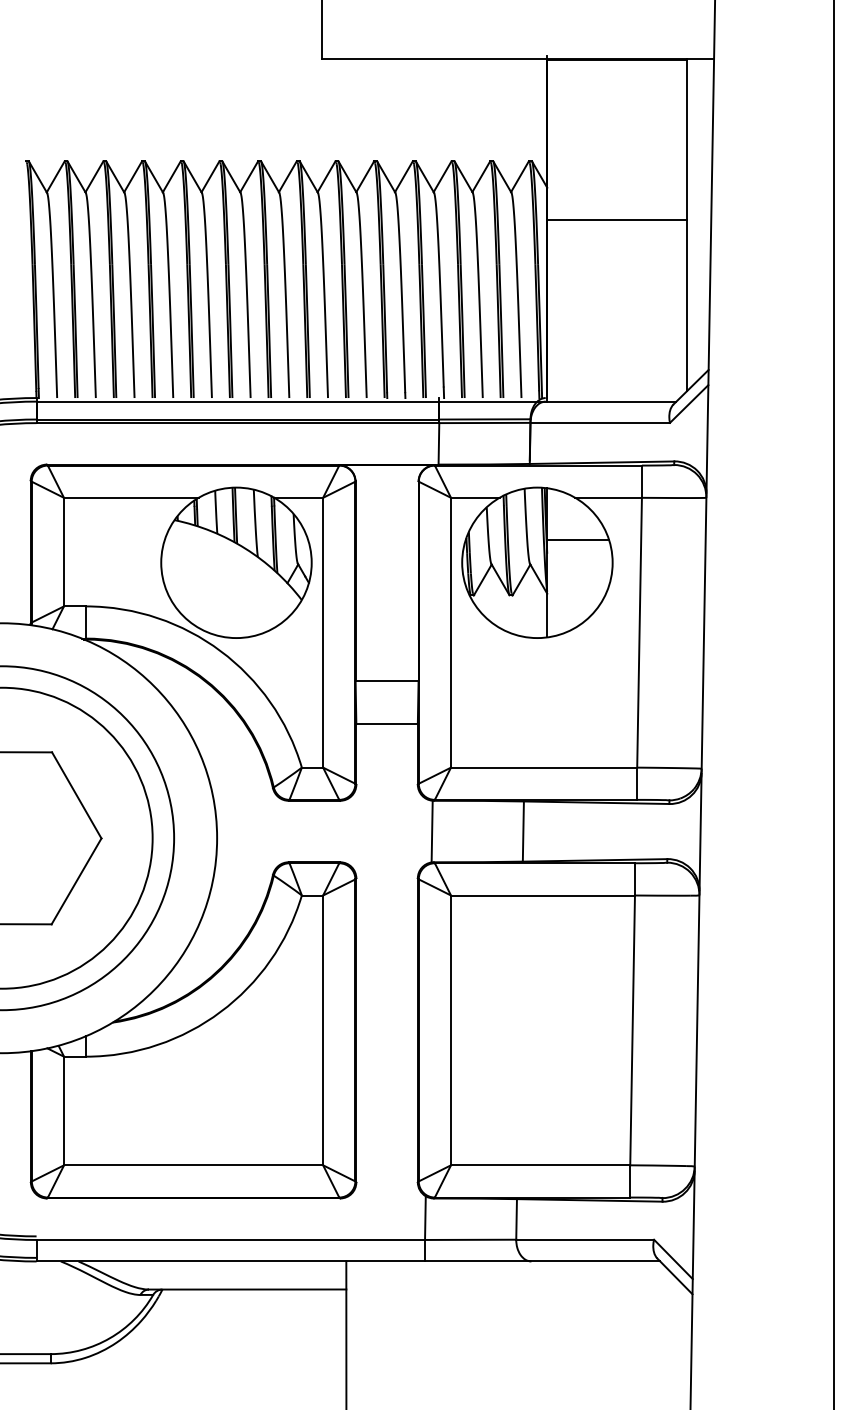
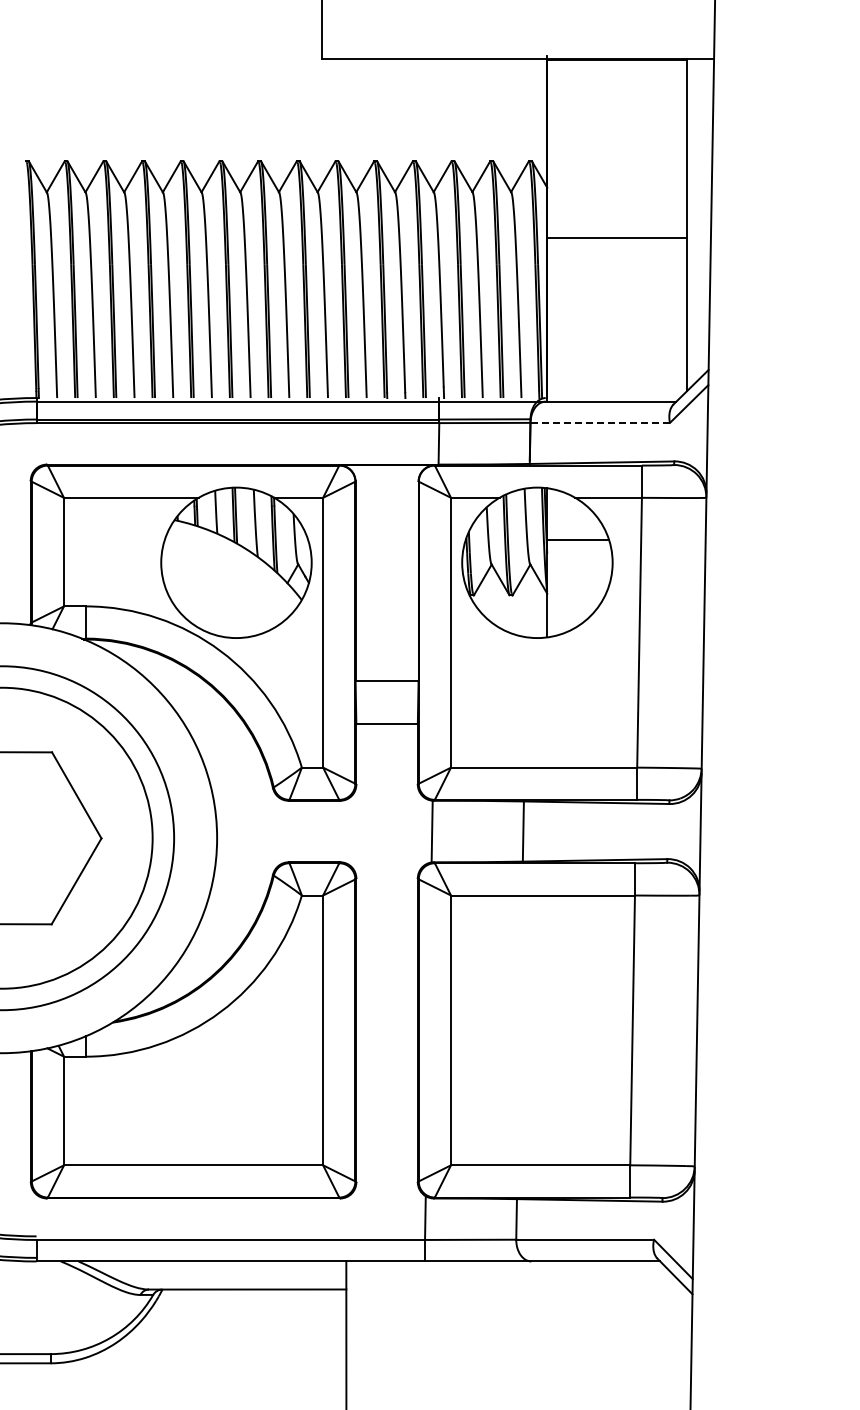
line at (616, 219) position: (616, 219) -> (616, 237)
line at (600, 422): solid -> dashed
line at (834, 704): present -> none
